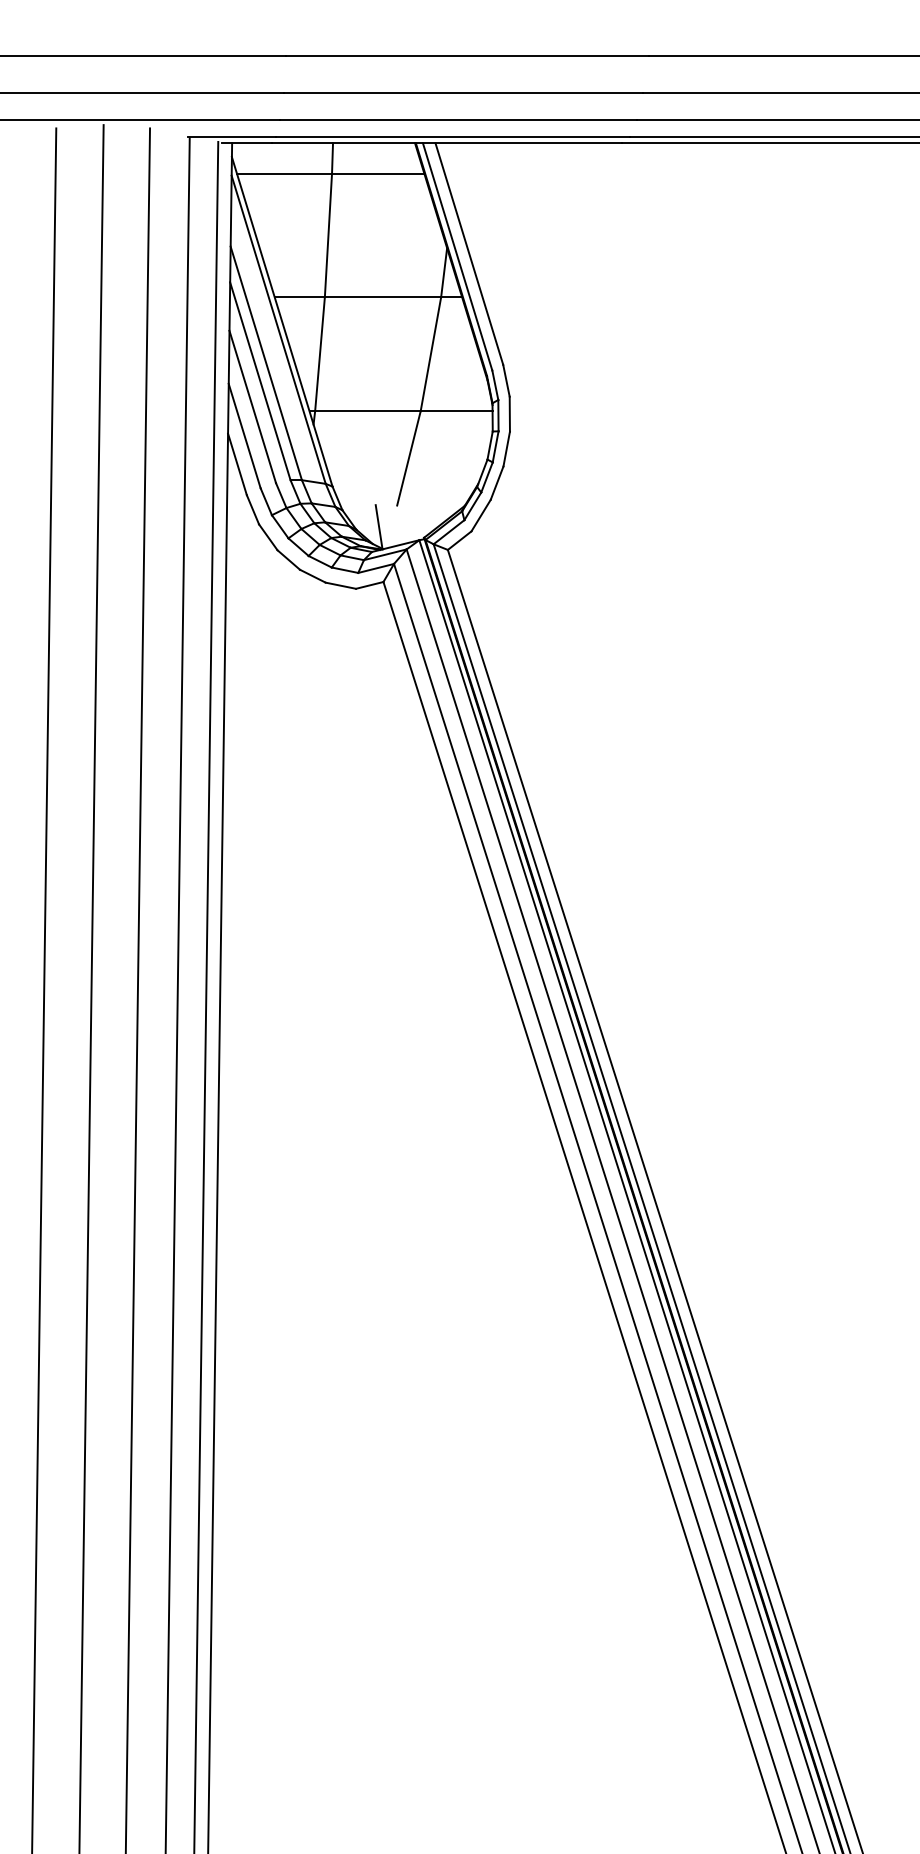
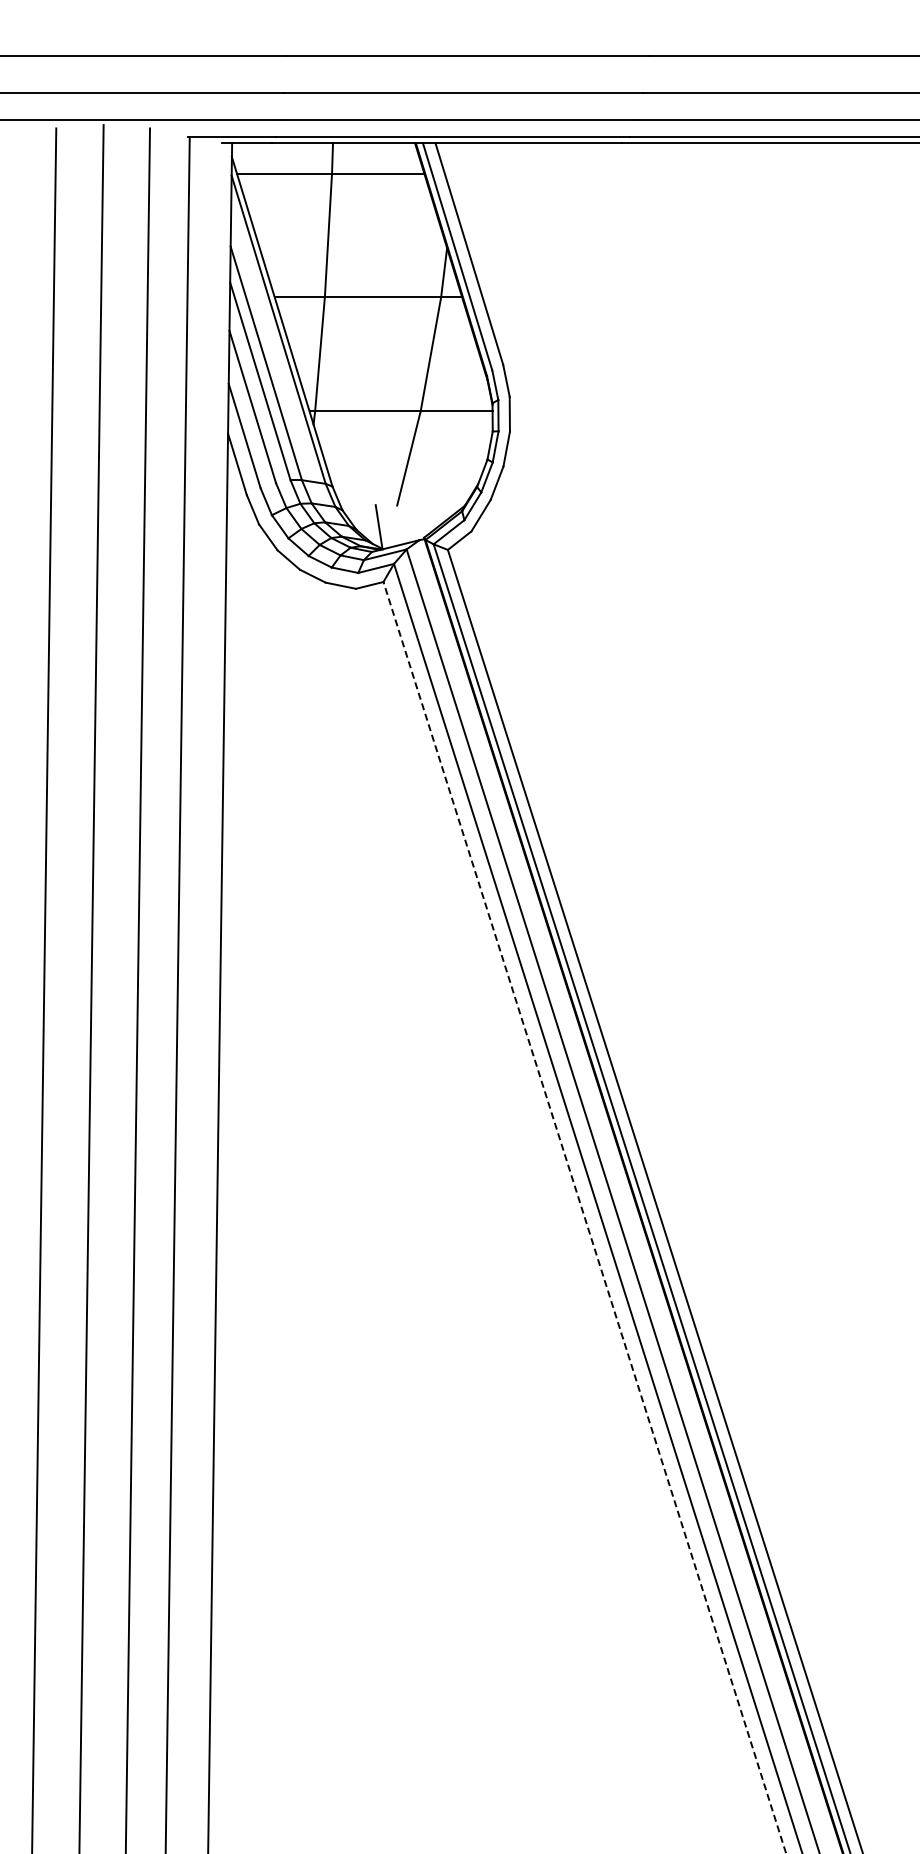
line at (206, 995): present -> none
line at (626, 1195): present -> none
line at (584, 1217): solid -> dashed
